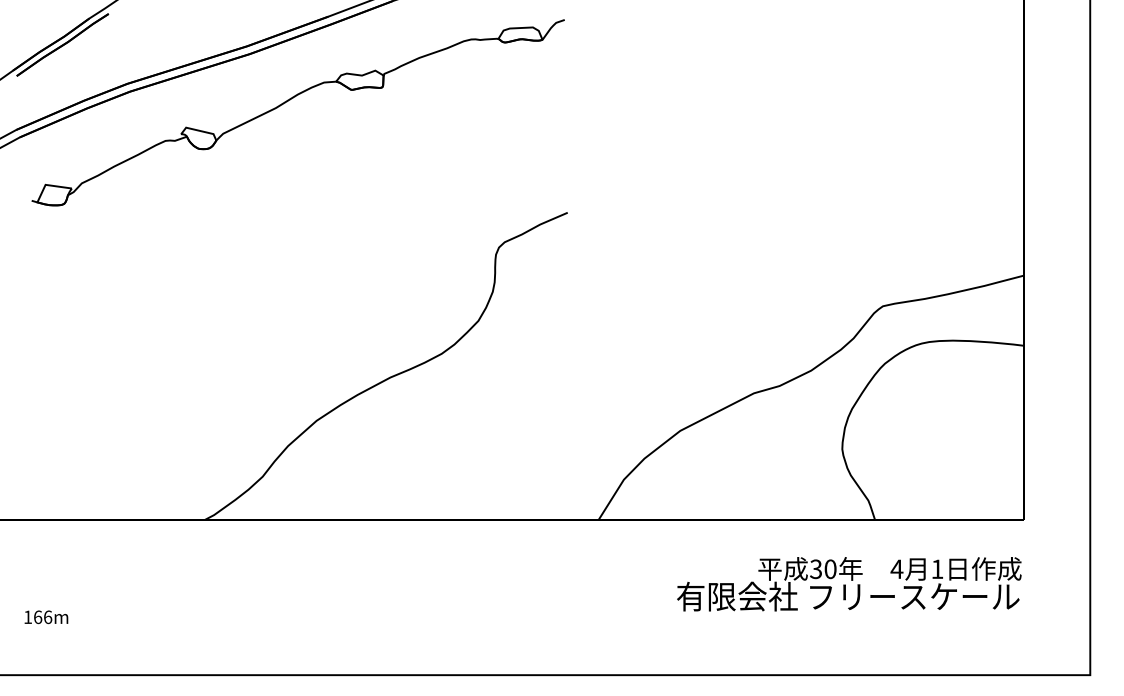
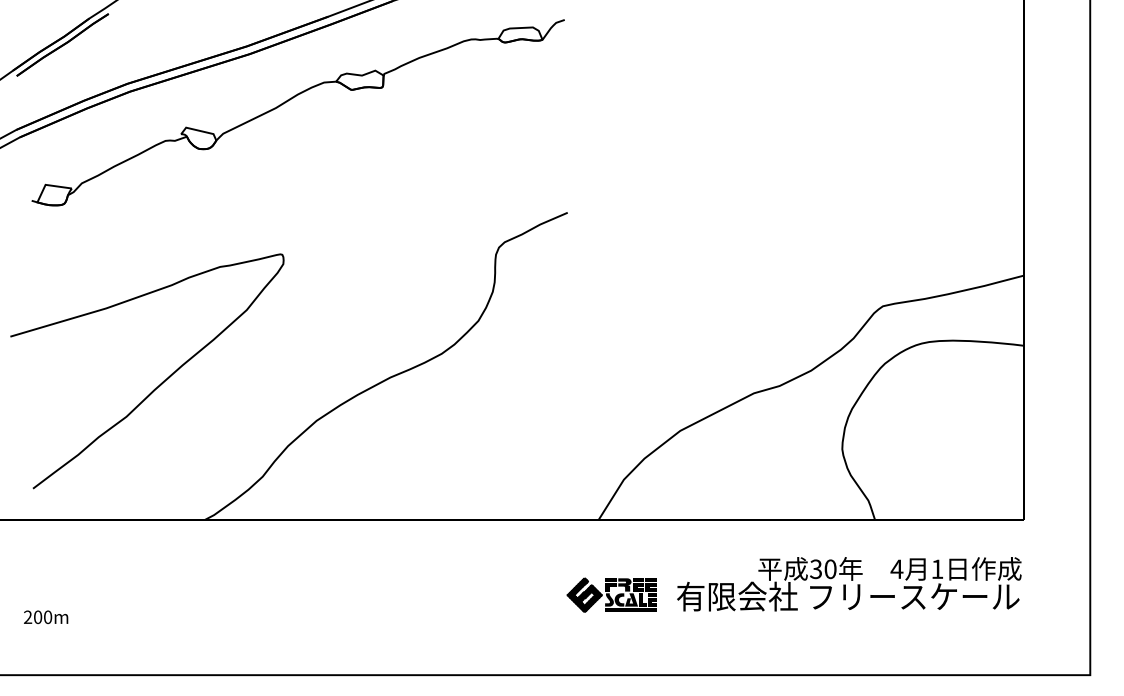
curve at (160, 383): none -> present
part at (611, 594): none -> present
text at (38, 616): 166m -> 200m
